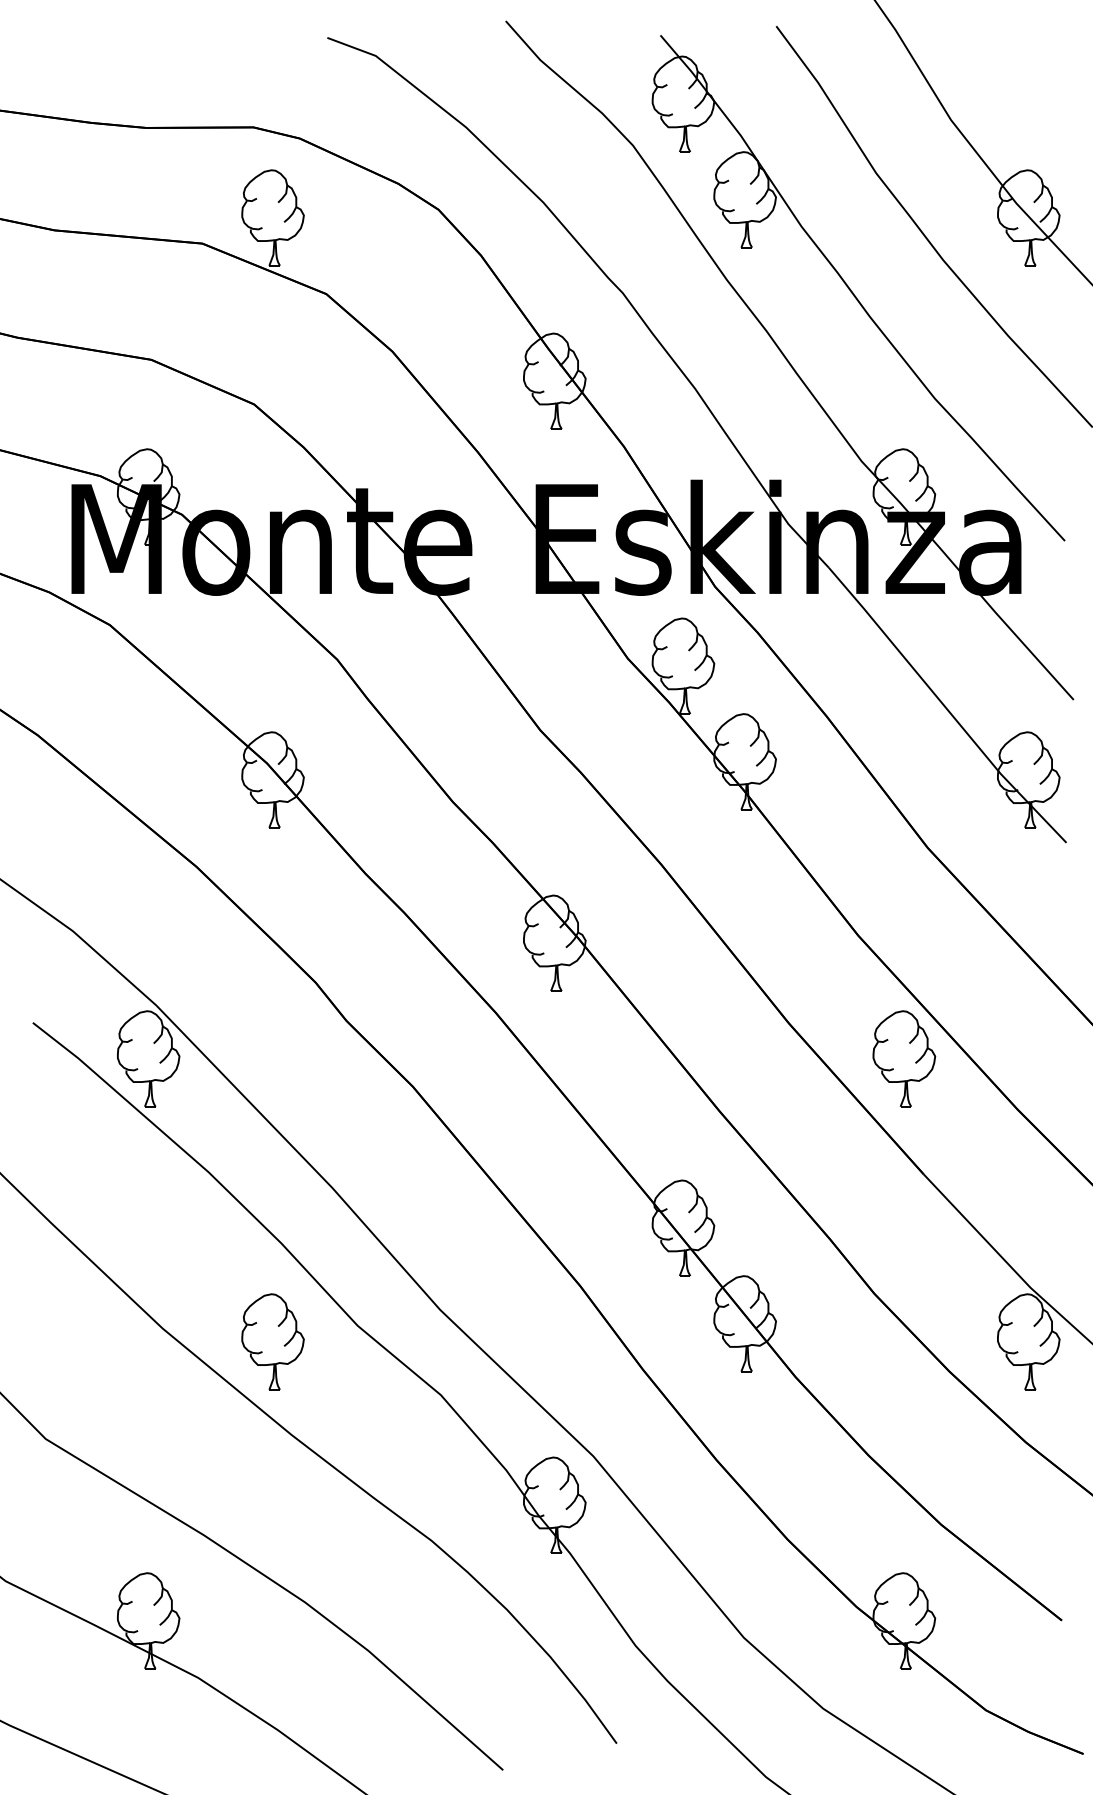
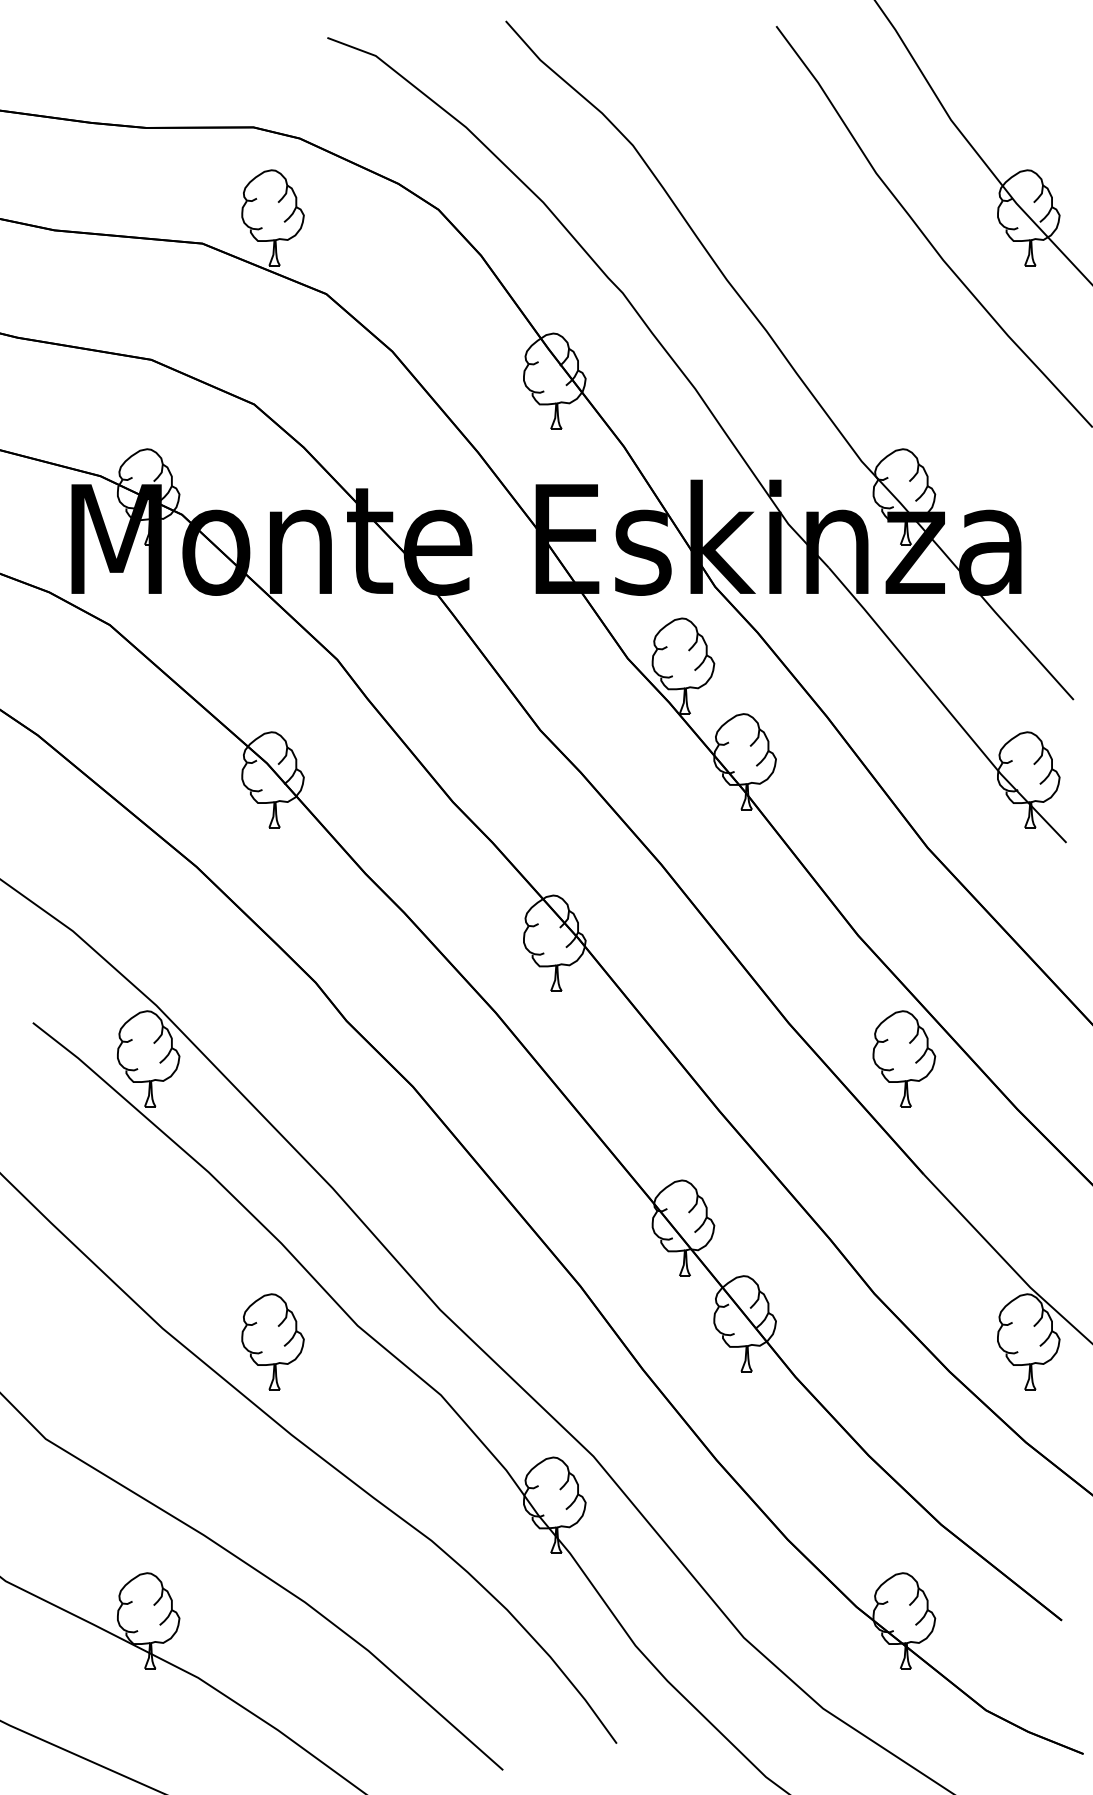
part at (853, 292): present -> none
